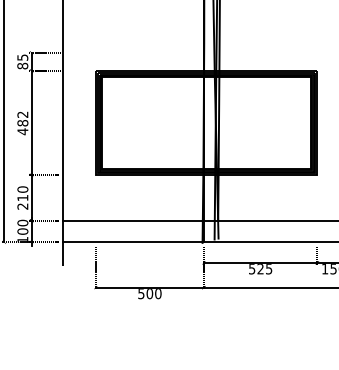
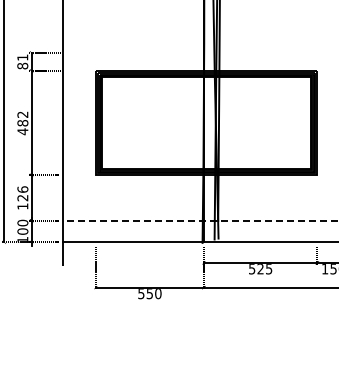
text at (22, 57): 85 -> 81
text at (22, 197): 210 -> 126
line at (200, 220): solid -> dashed
text at (149, 294): 500 -> 550
